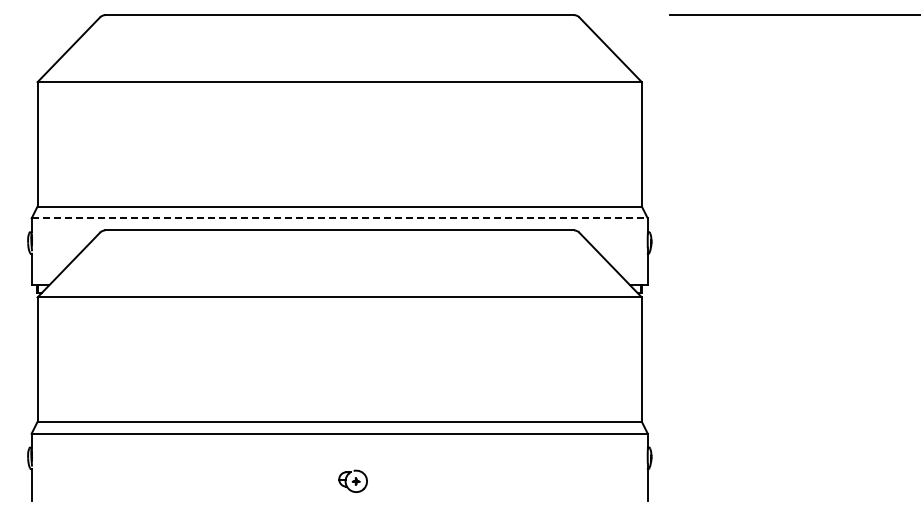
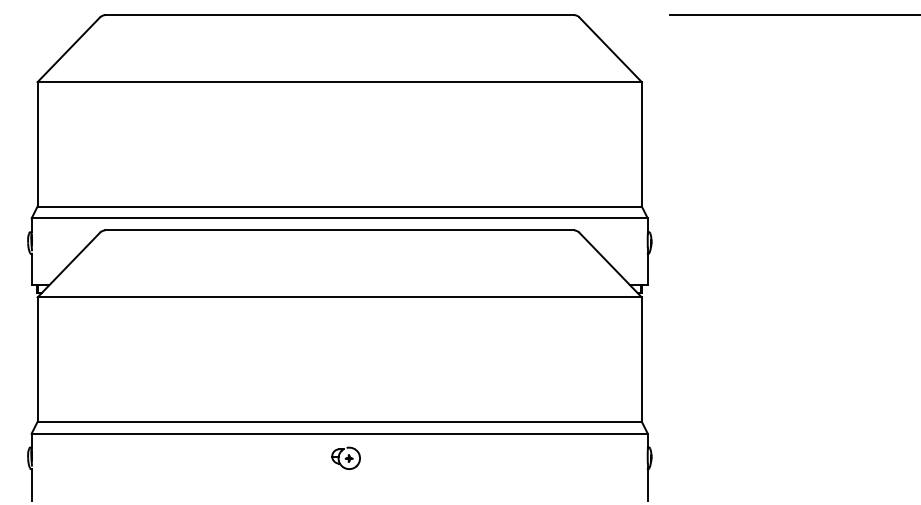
line at (340, 218): dashed -> solid
part at (352, 480) position: (352, 480) -> (345, 457)
